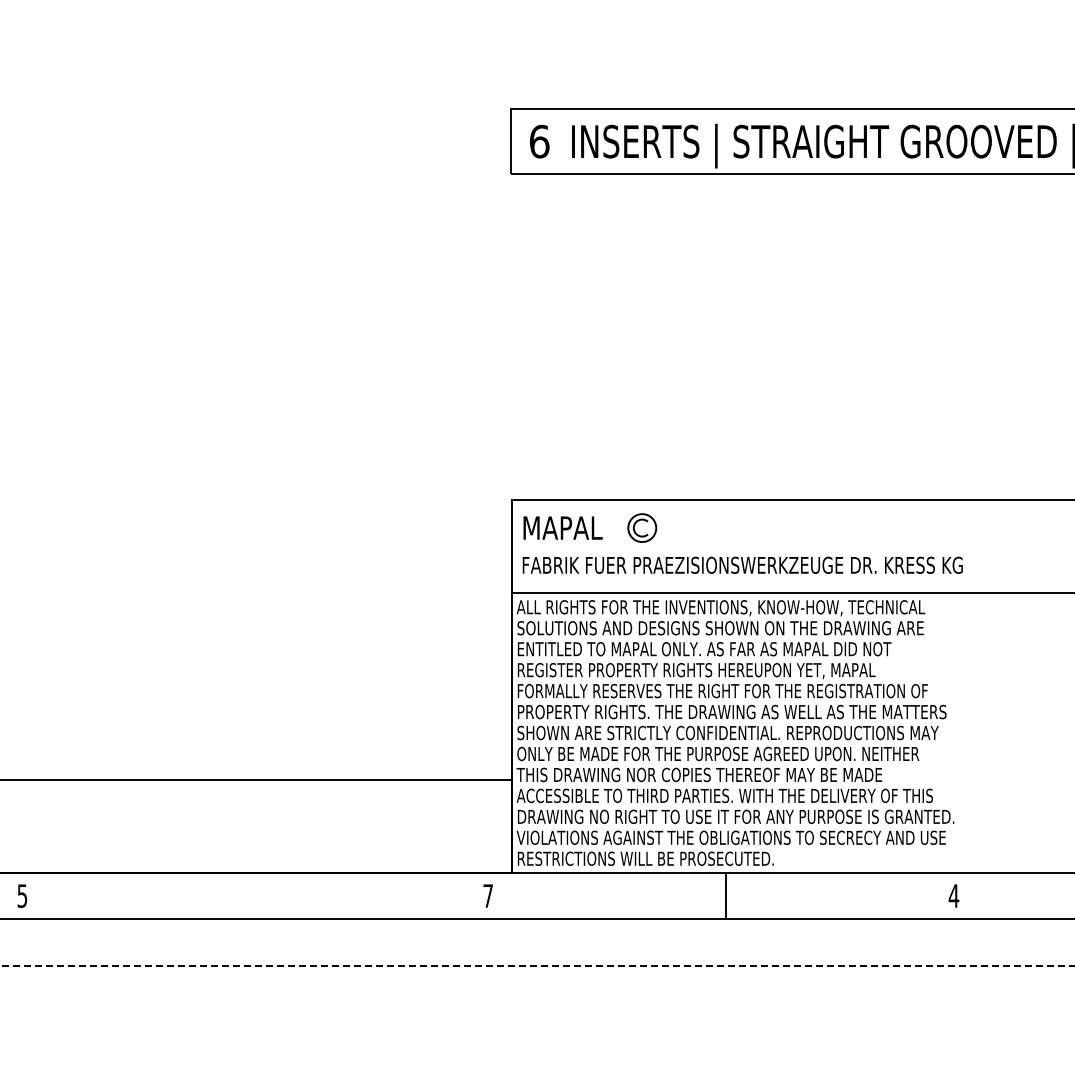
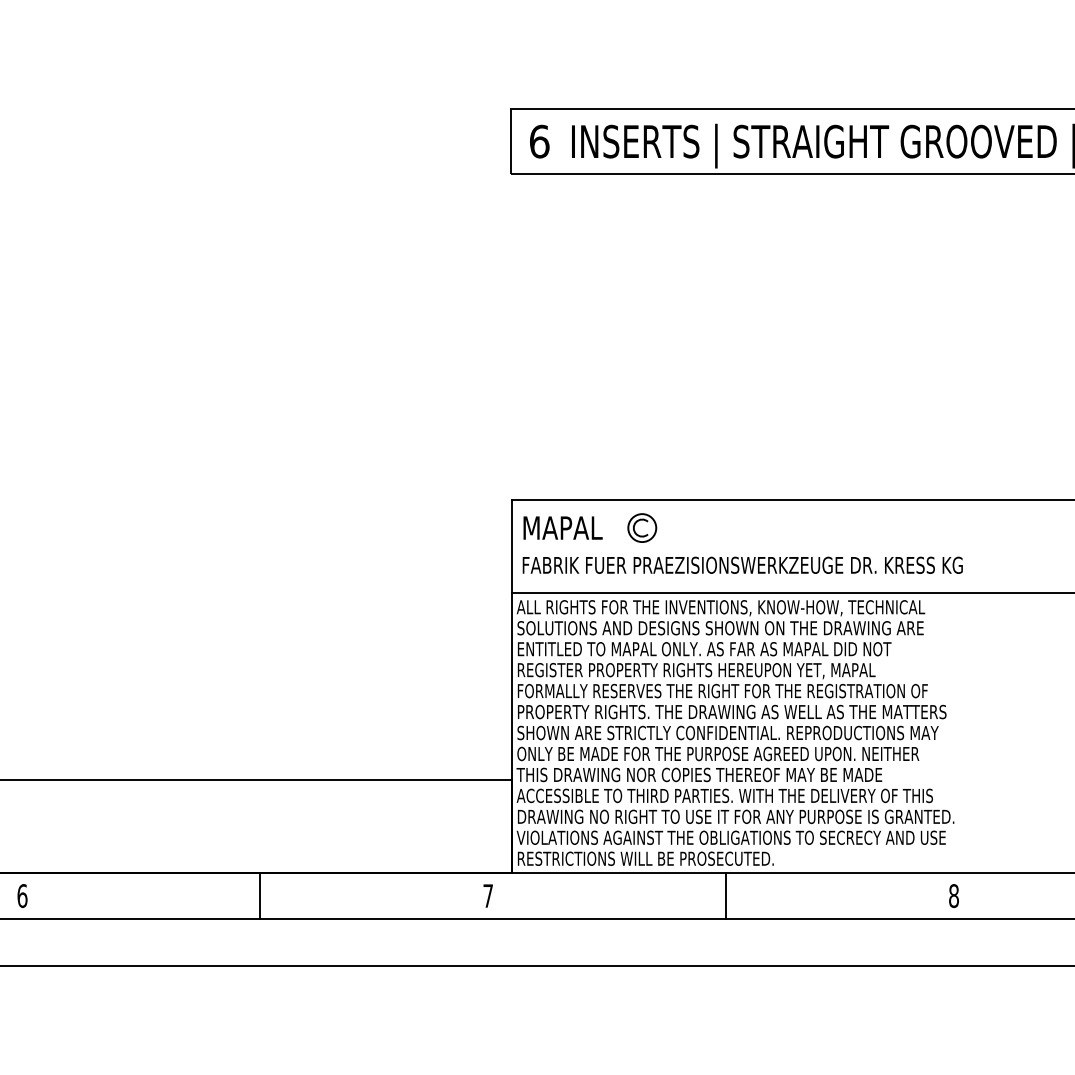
line at (260, 895): none -> present
text at (22, 896): 5 -> 6
text at (953, 896): 4 -> 8
line at (537, 965): dashed -> solid
